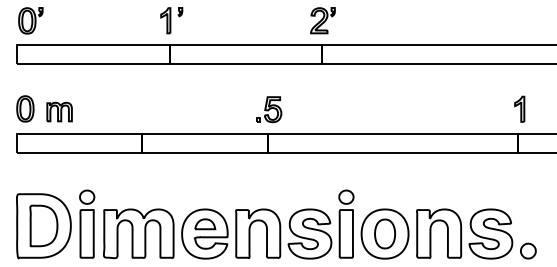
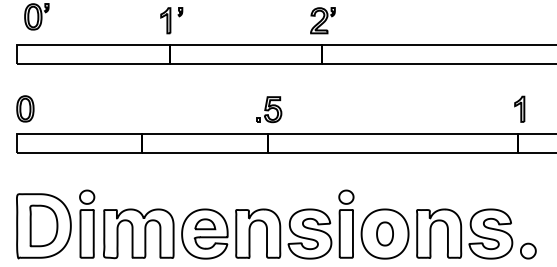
part at (30, 20) position: (30, 20) -> (36, 16)
part at (59, 111): present -> none
part at (384, 233) size: 22x32 px -> 18x26 px
